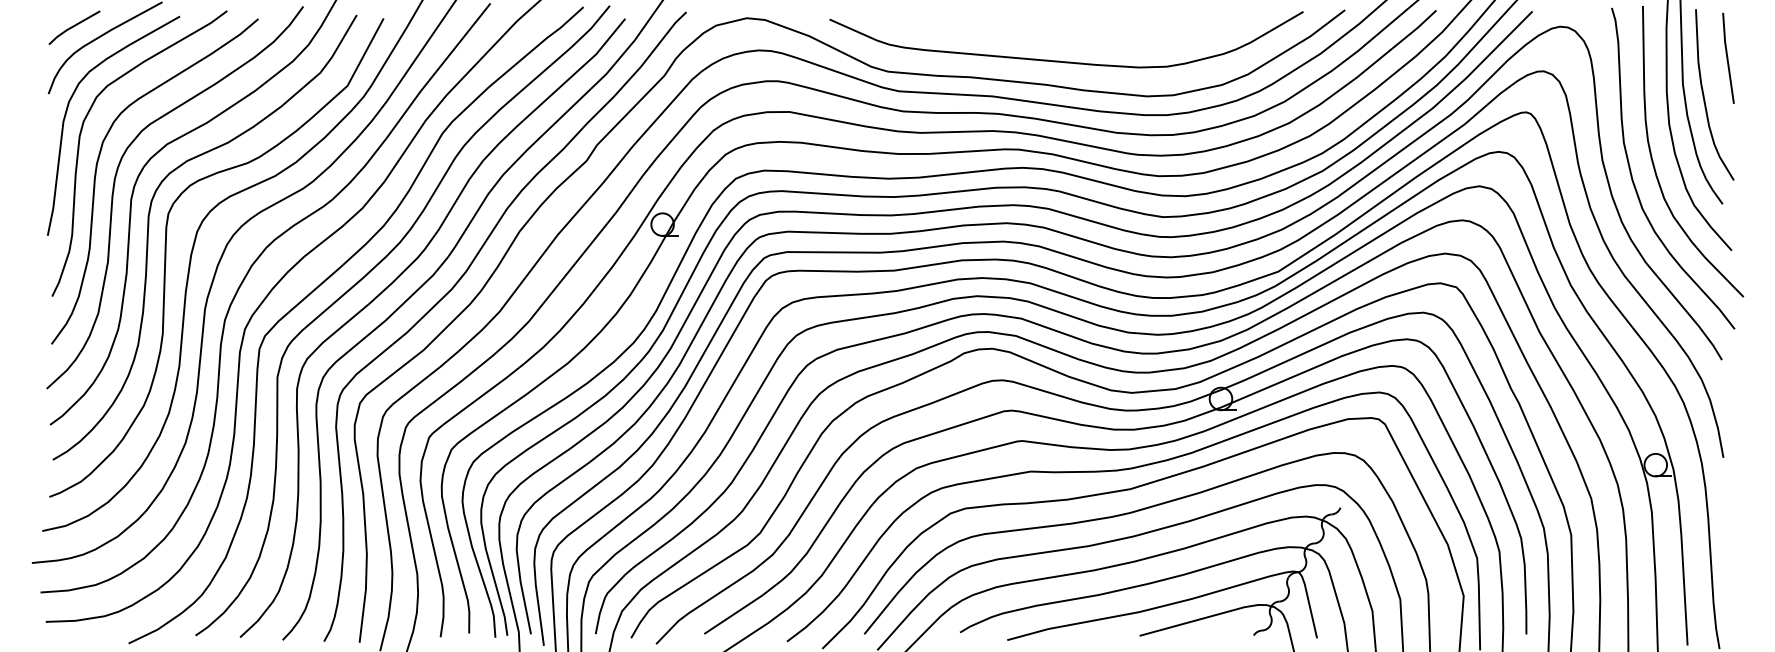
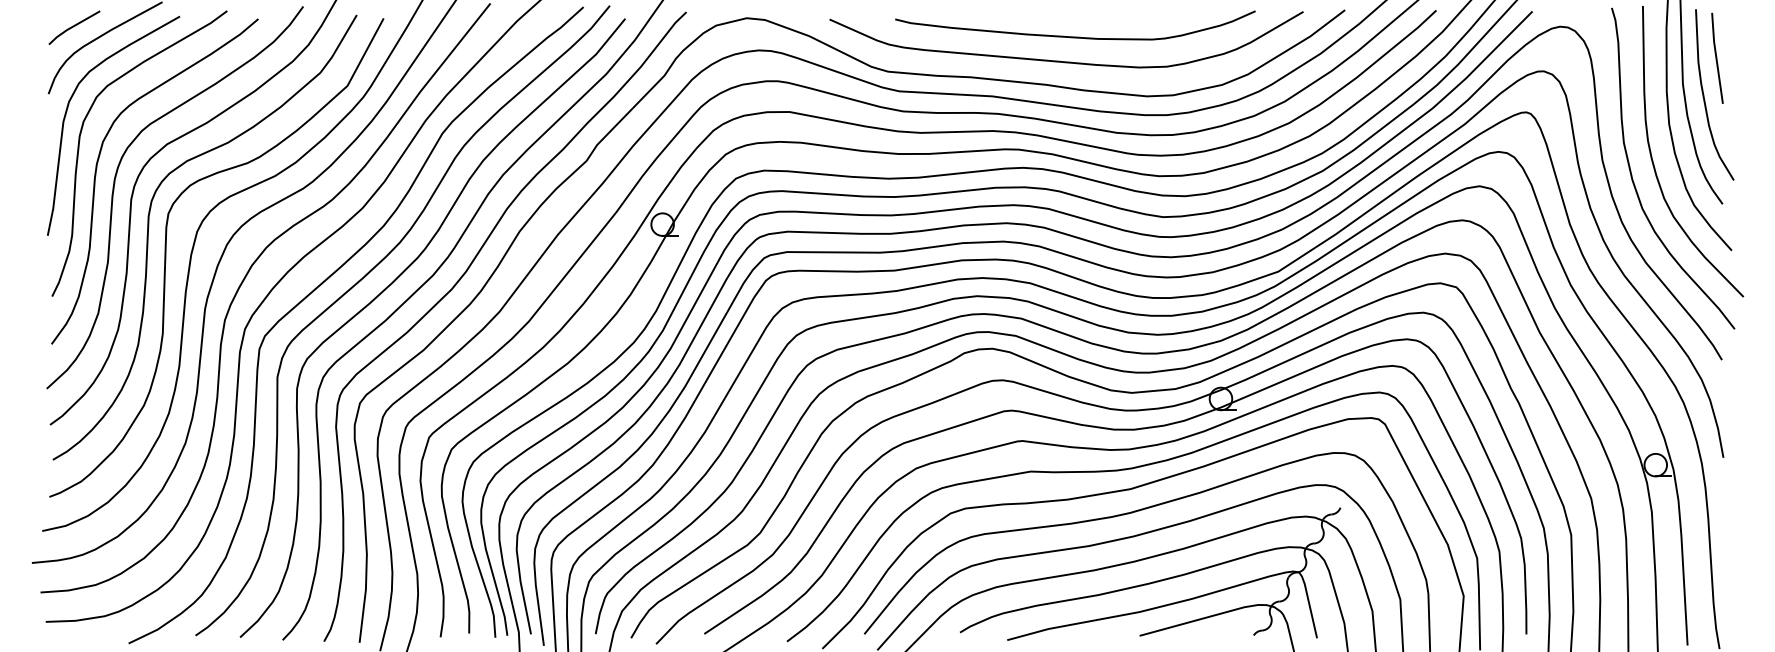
curve at (1075, 36): none -> present
line at (1728, 57) position: (1728, 57) -> (1717, 57)
